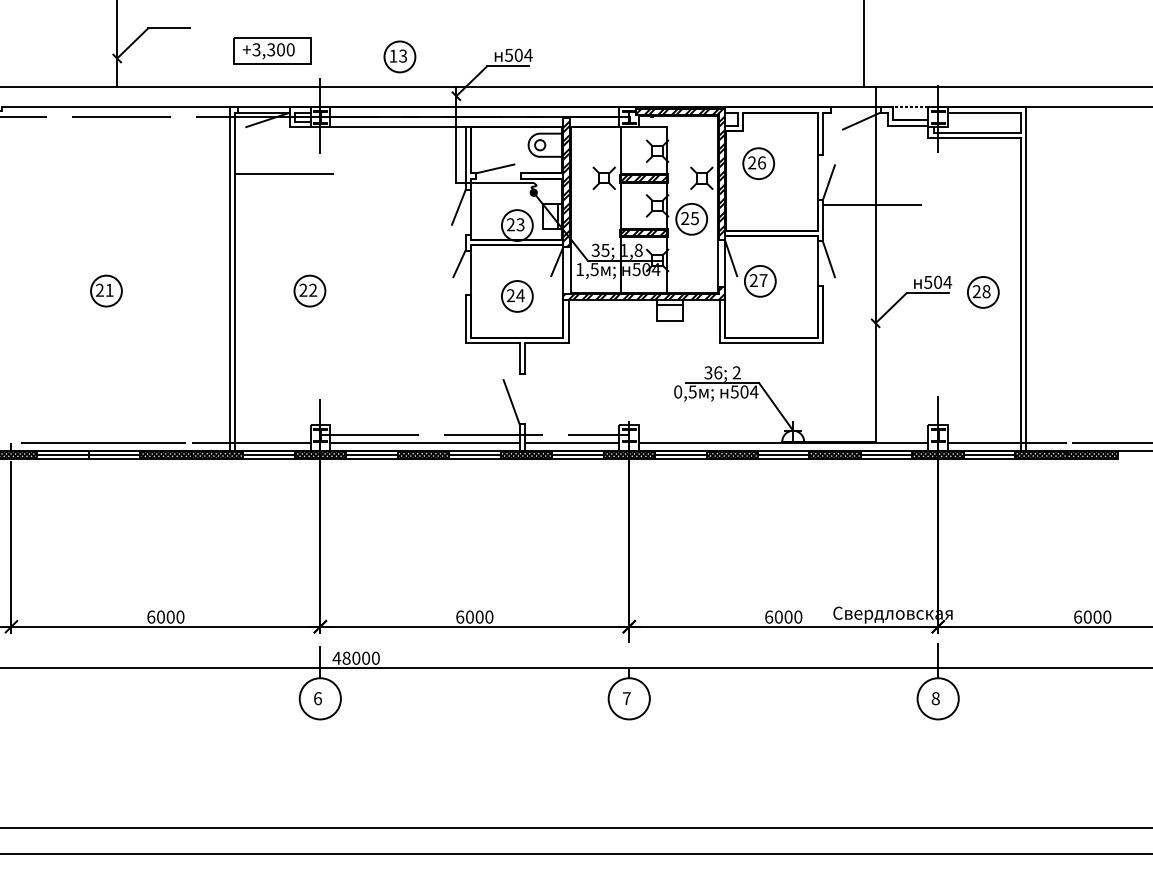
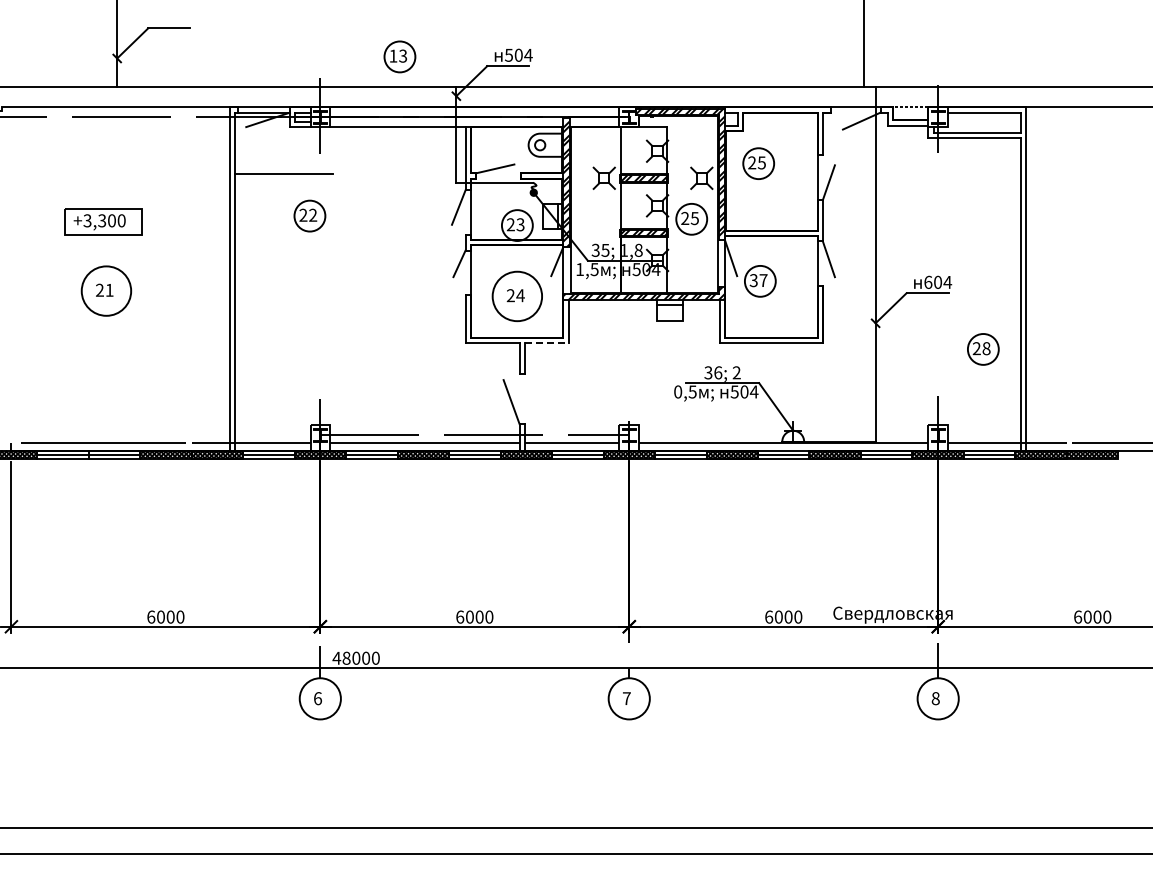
part at (272, 50) position: (272, 50) -> (103, 221)
text at (761, 162): 26 -> 25
line at (871, 205): present -> none
text at (753, 280): 27 -> 37
text at (928, 281): 504 -> 604
circle at (106, 290) diameter: 31 px -> 49 px
part at (309, 290) position: (309, 290) -> (309, 215)
part at (983, 292) position: (983, 292) -> (983, 349)
circle at (516, 296) diameter: 31 px -> 49 px
line at (546, 343): solid -> dashed
